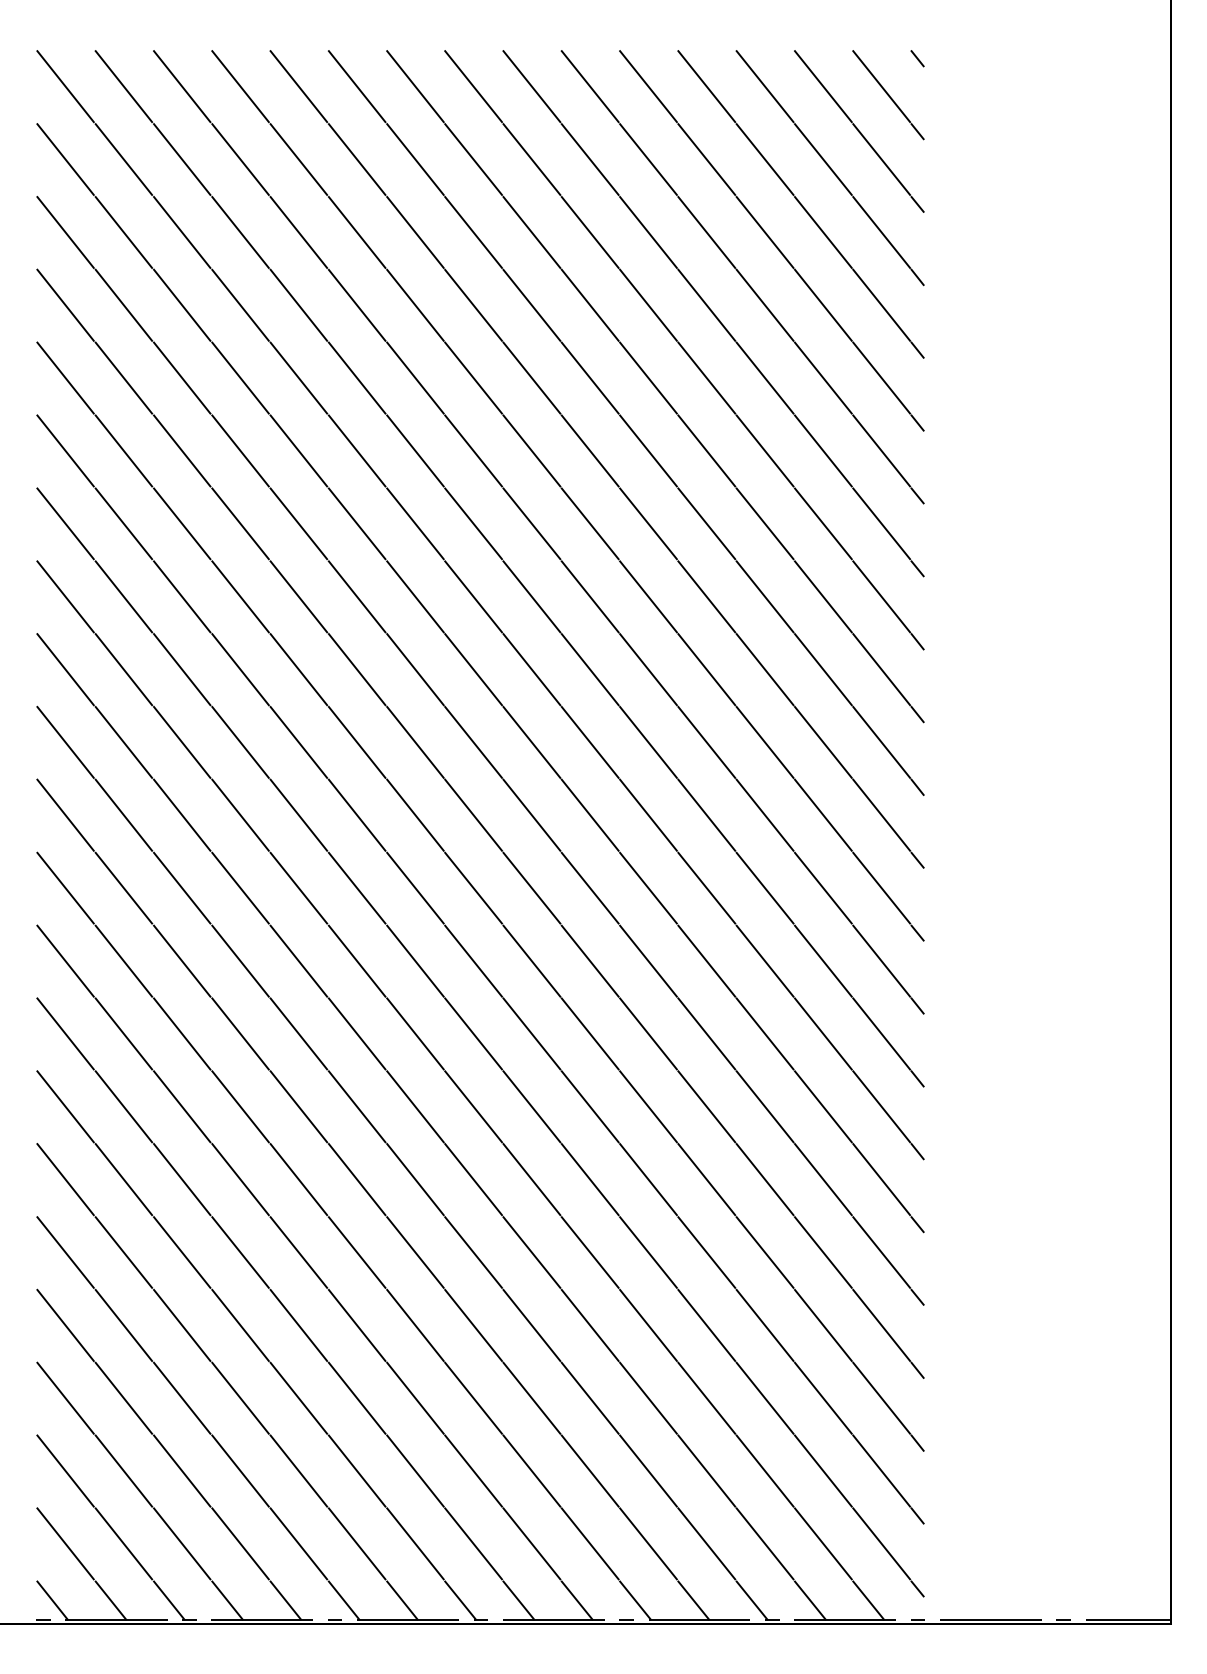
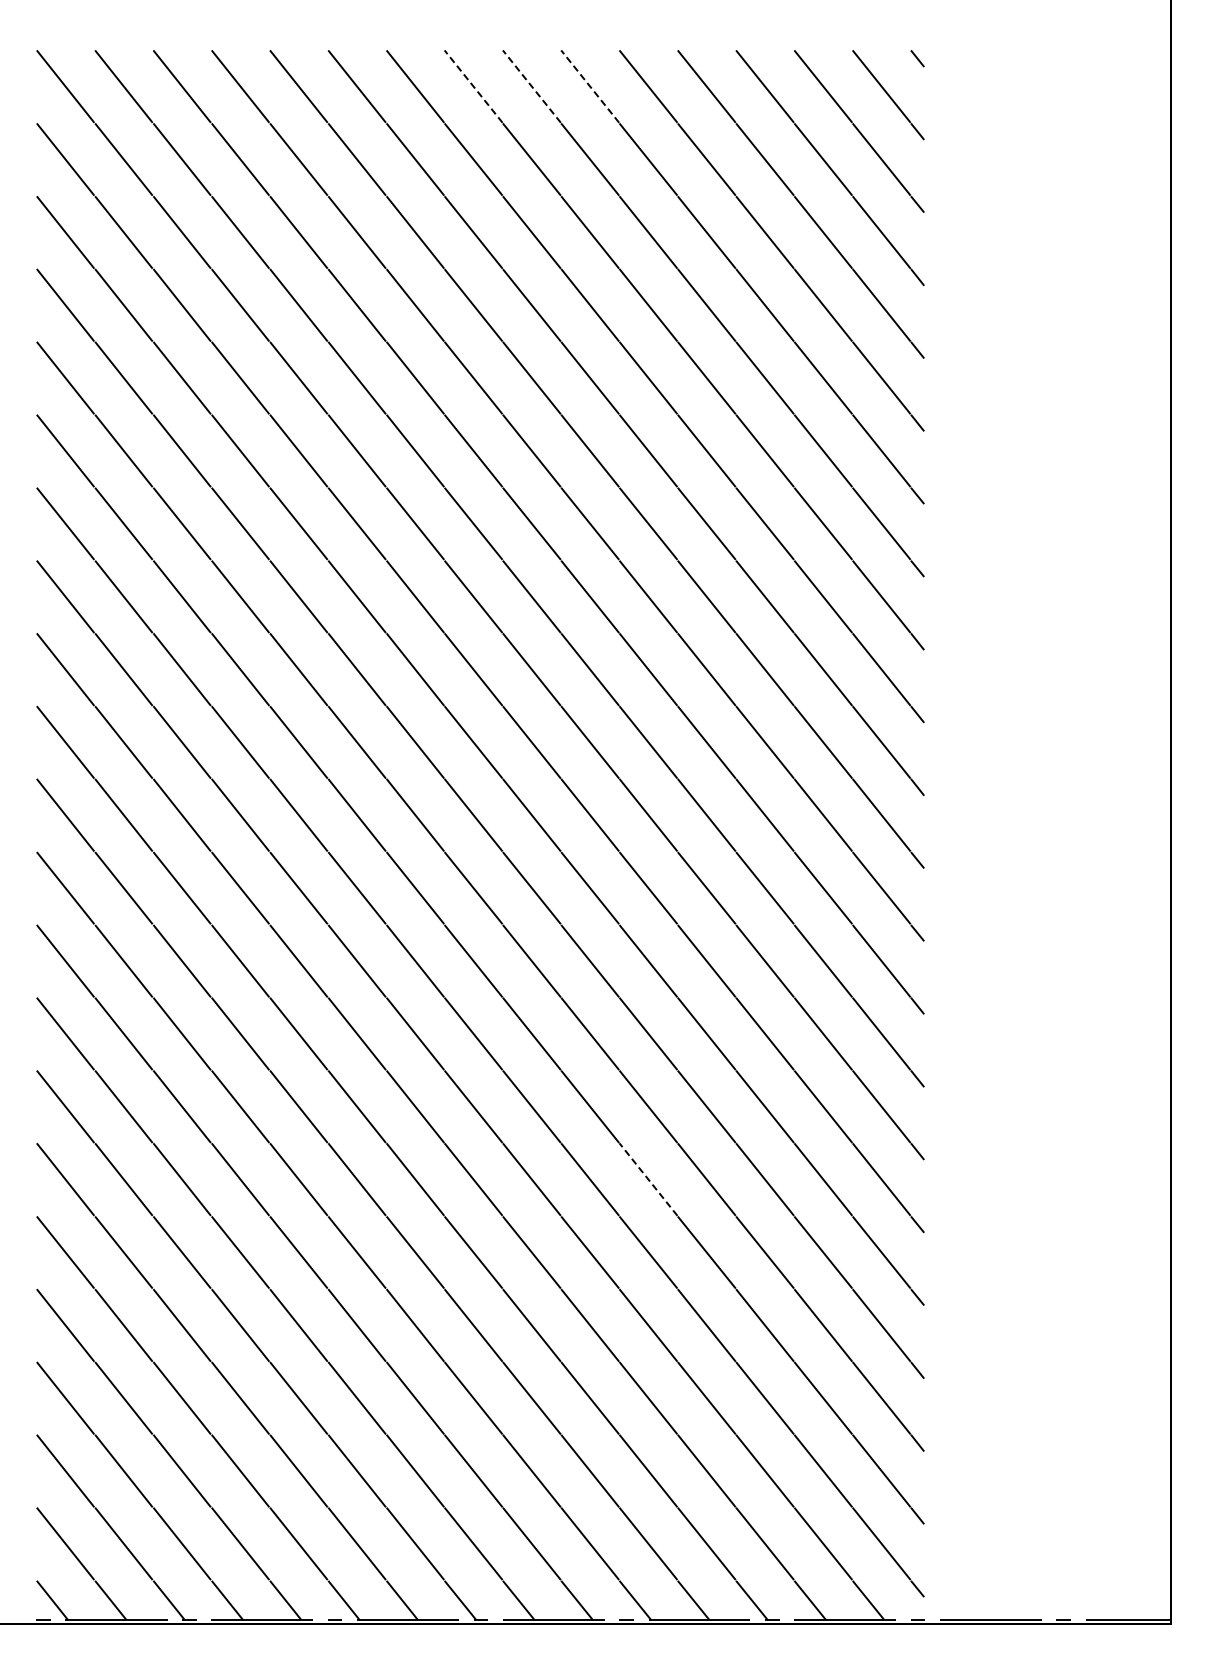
line at (473, 86): solid -> dashed
line at (531, 86): solid -> dashed
line at (589, 86): solid -> dashed
line at (648, 1179): solid -> dashed
